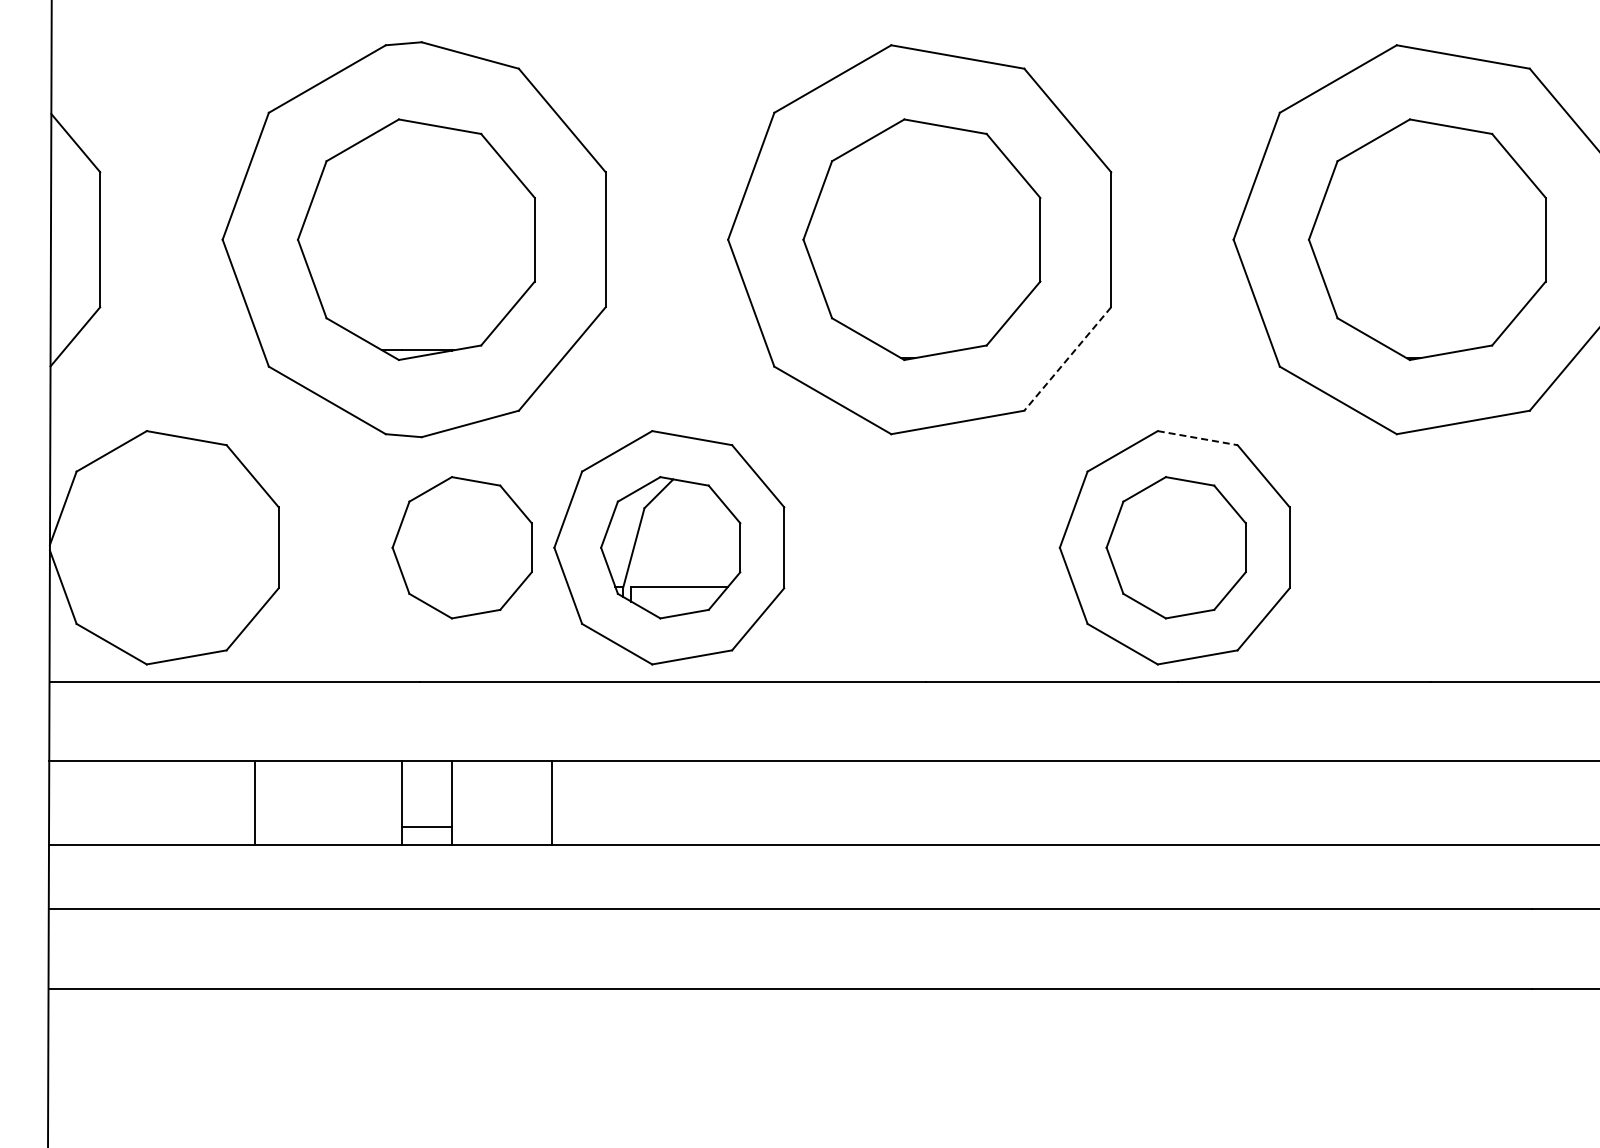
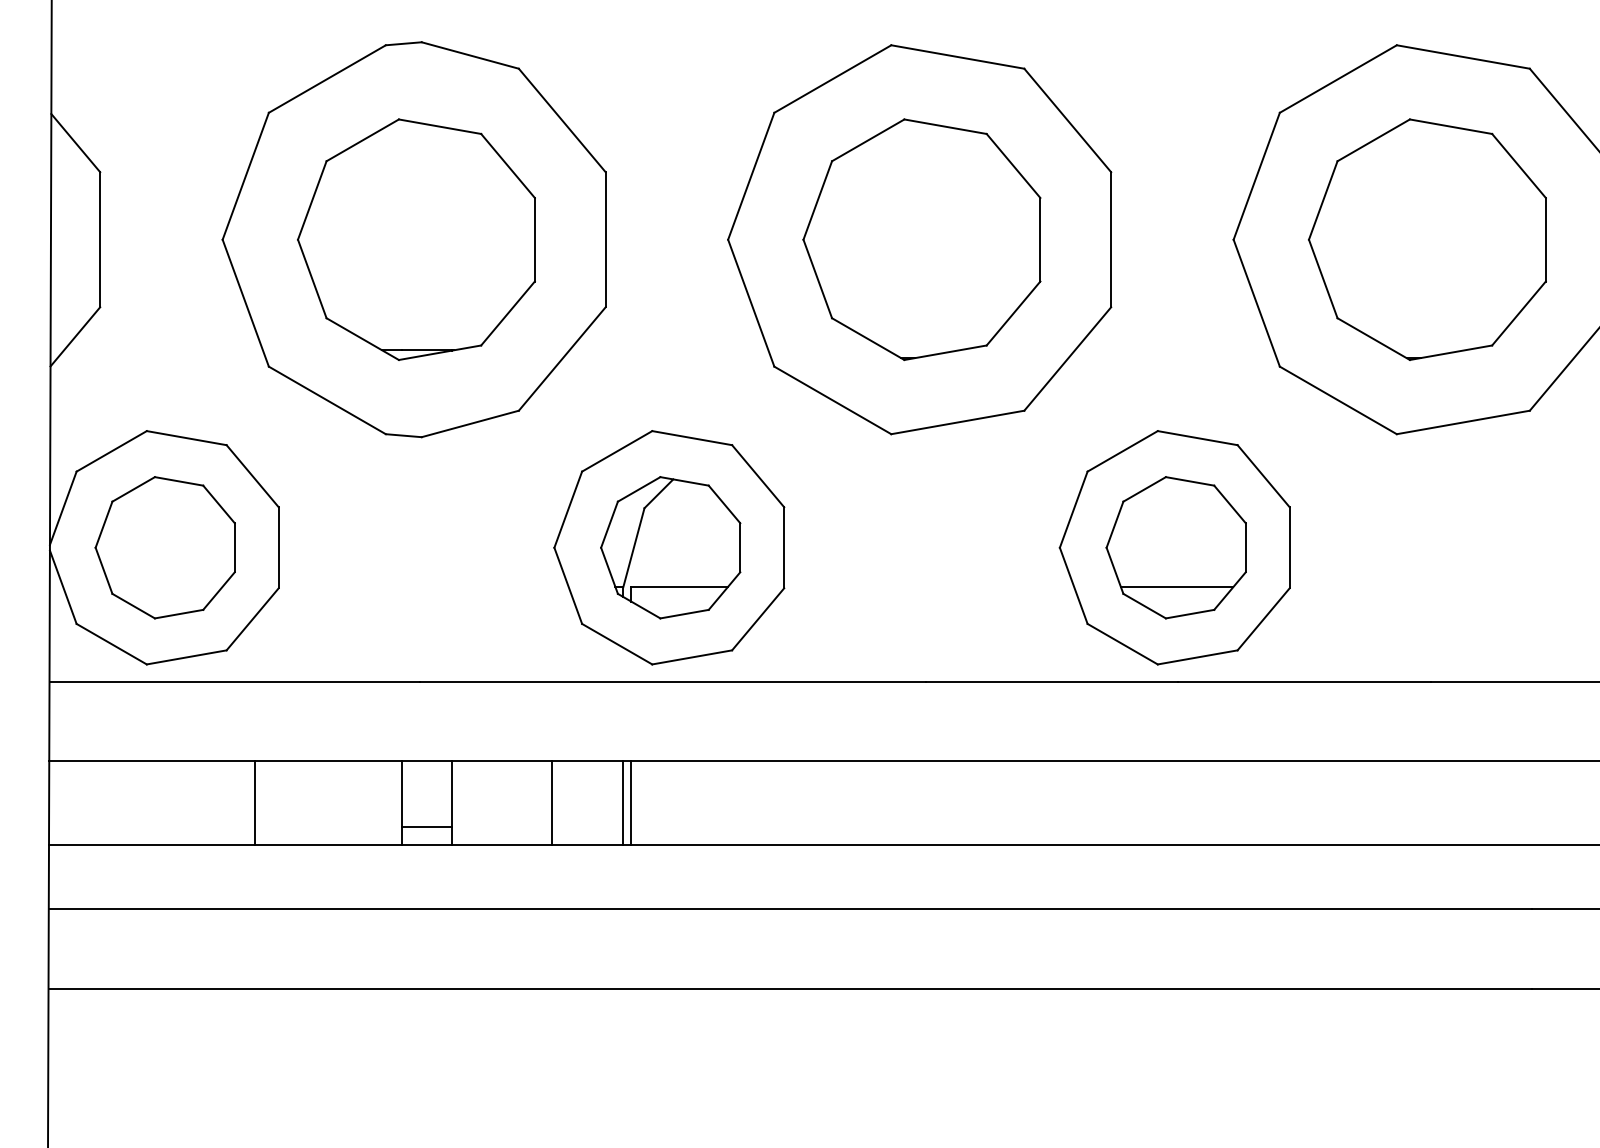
line at (1067, 359): dashed -> solid
line at (1197, 438): dashed -> solid
part at (461, 547) position: (461, 547) -> (164, 547)
line at (1176, 587): none -> present
line at (623, 803): none -> present
line at (631, 803): none -> present
